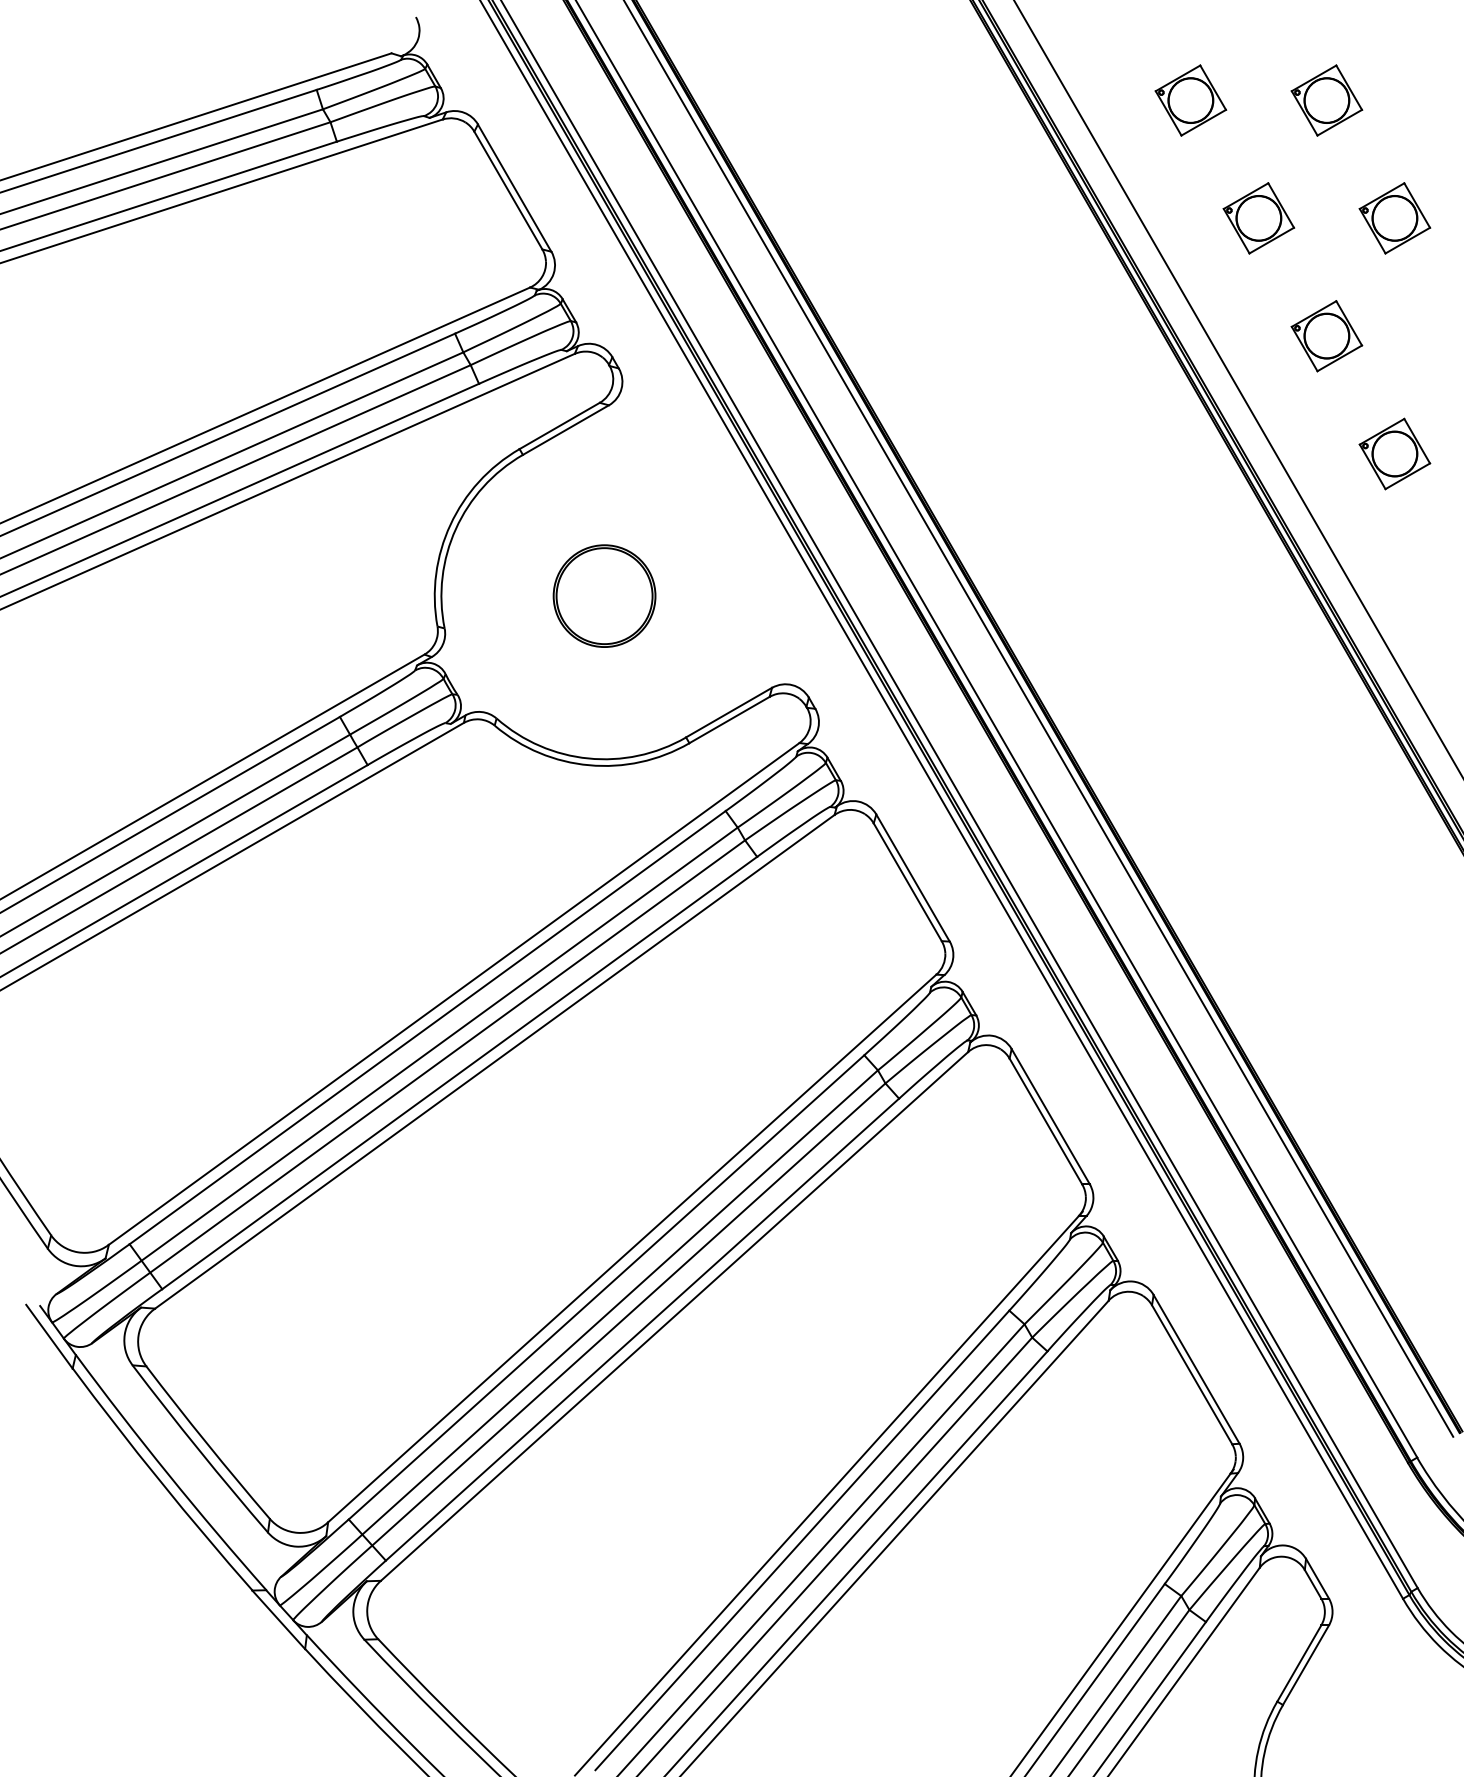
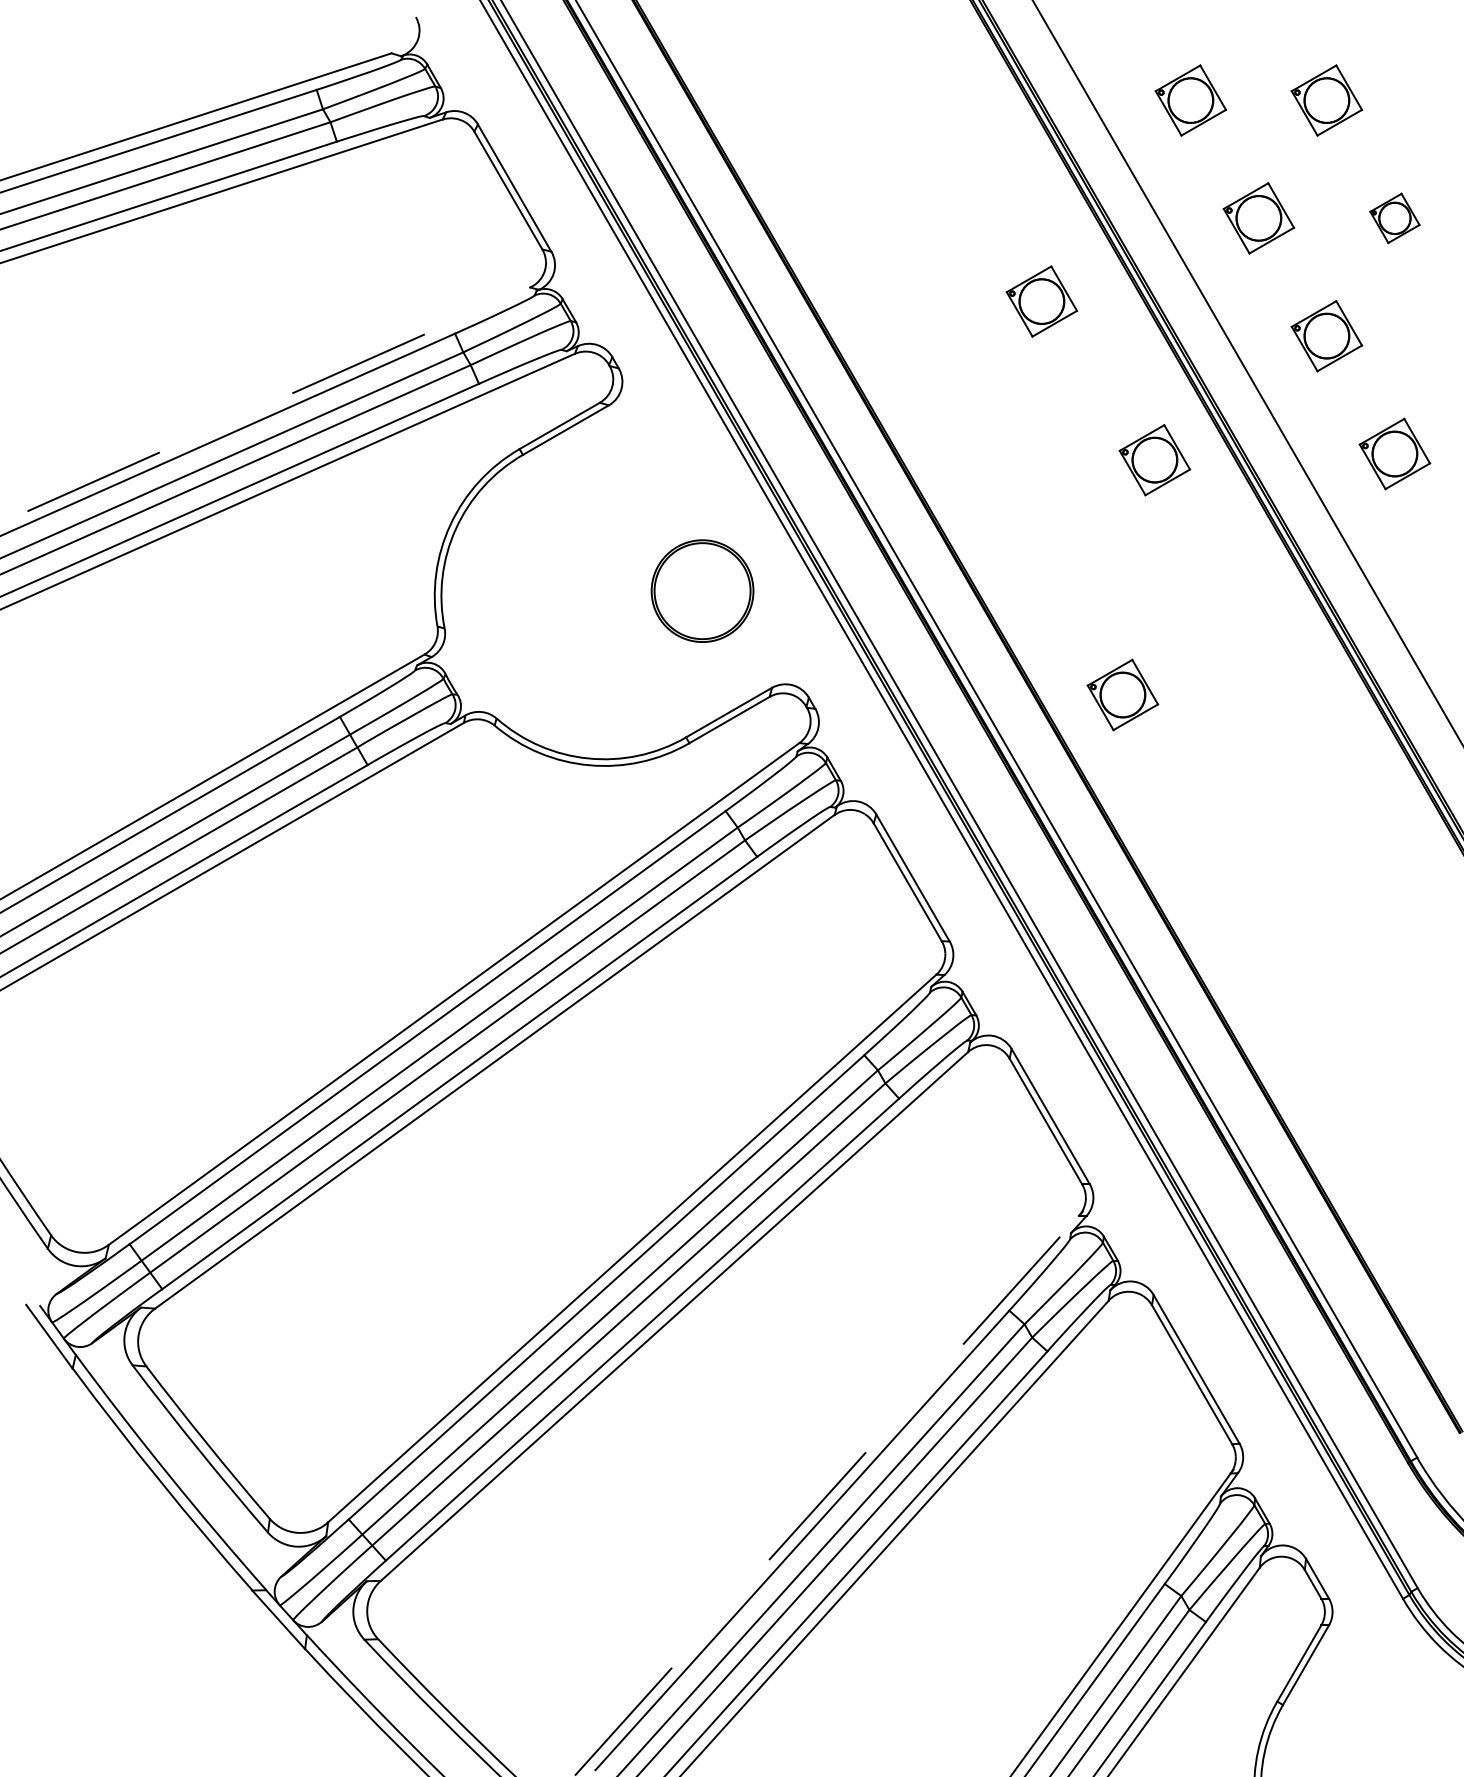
part at (1394, 218) size: 74x73 px -> 52x53 px
part at (1041, 301): none -> present
line at (1237, 387) position: (1237, 387) -> (1247, 371)
line at (265, 405): solid -> dashed
part at (1154, 460): none -> present
part at (604, 595) position: (604, 595) -> (702, 590)
part at (1122, 694): none -> present
line at (1039, 719): present -> none
line at (826, 1495): solid -> dashed
